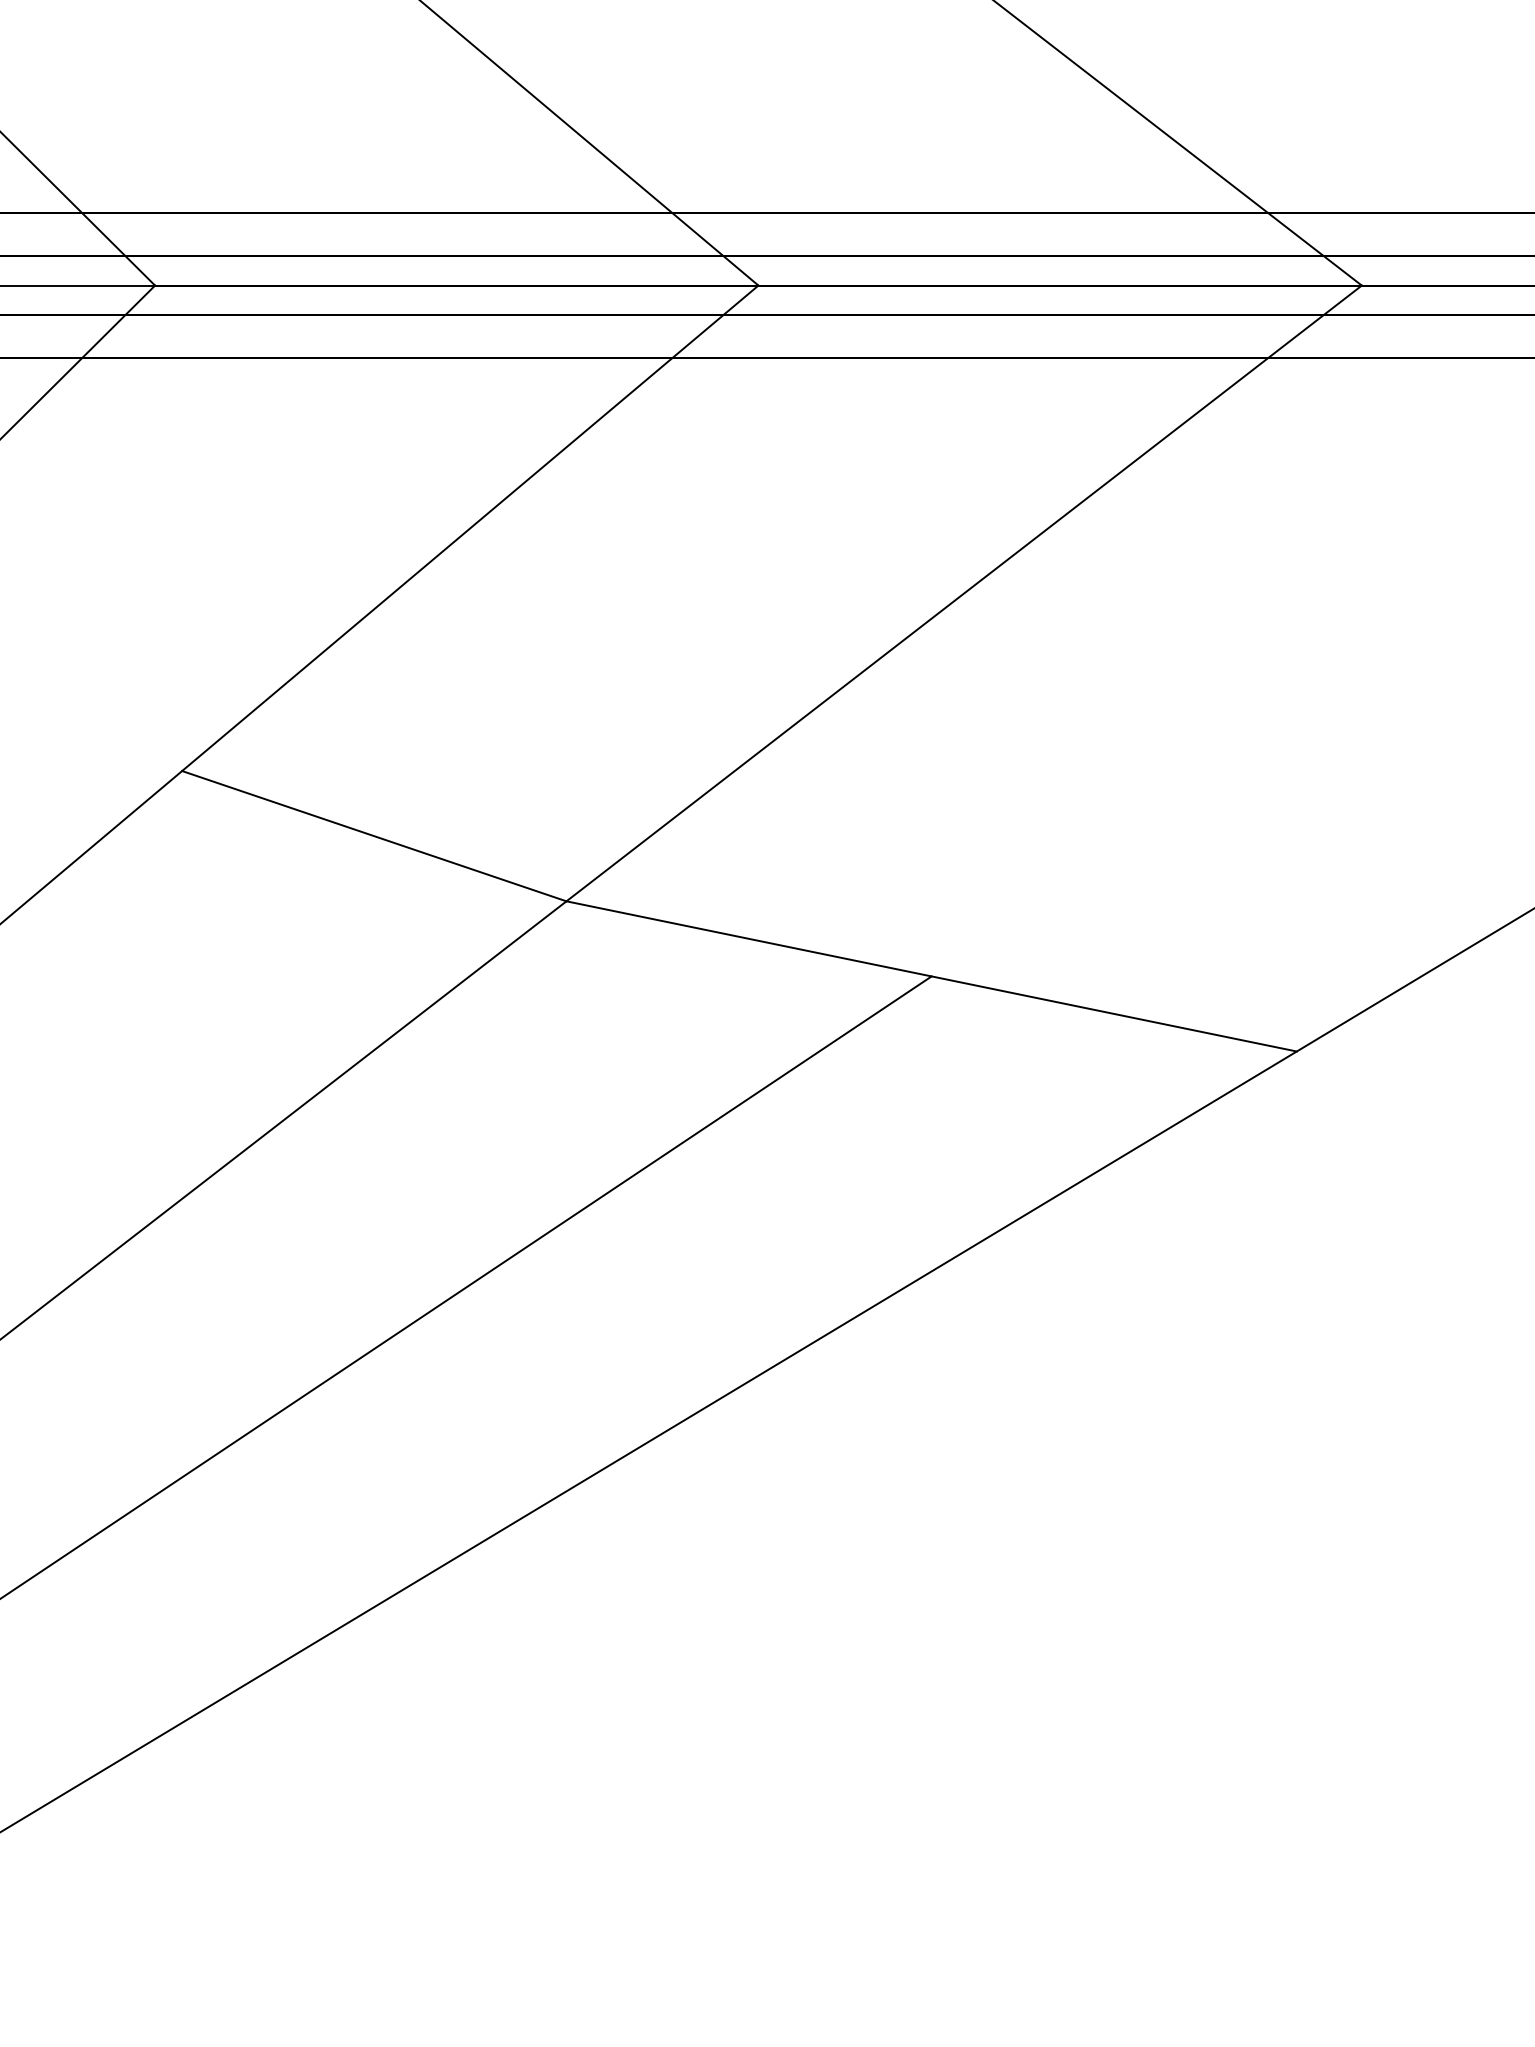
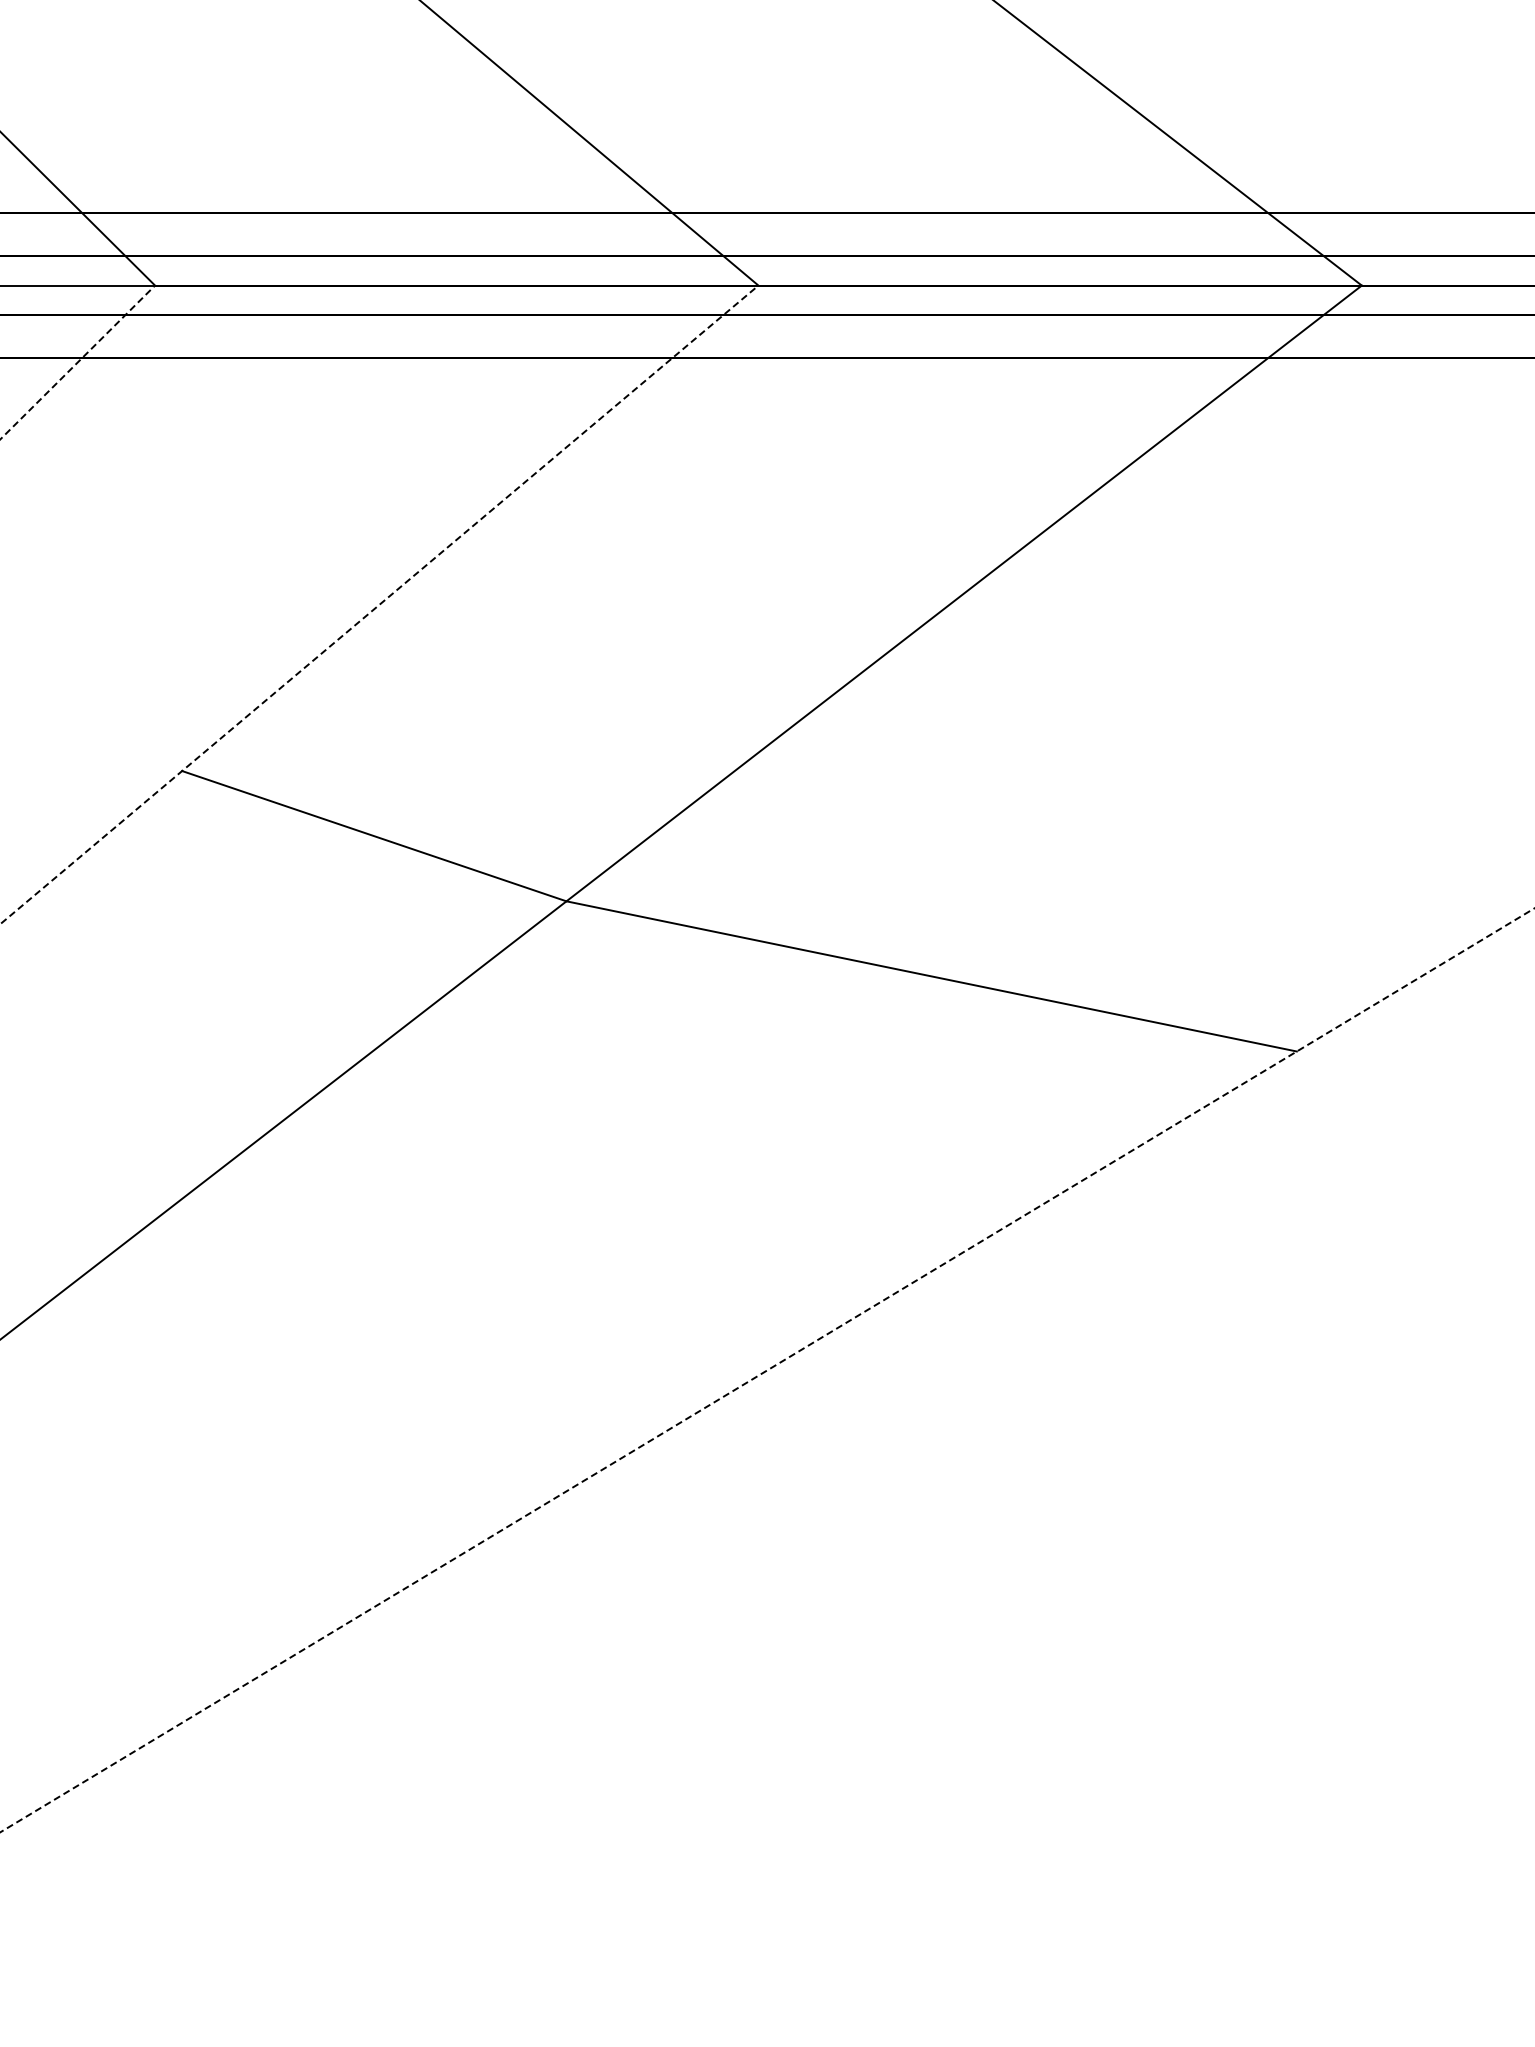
line at (77, 362): solid -> dashed
line at (379, 604): solid -> dashed
line at (466, 1286): present -> none
line at (768, 1369): solid -> dashed
